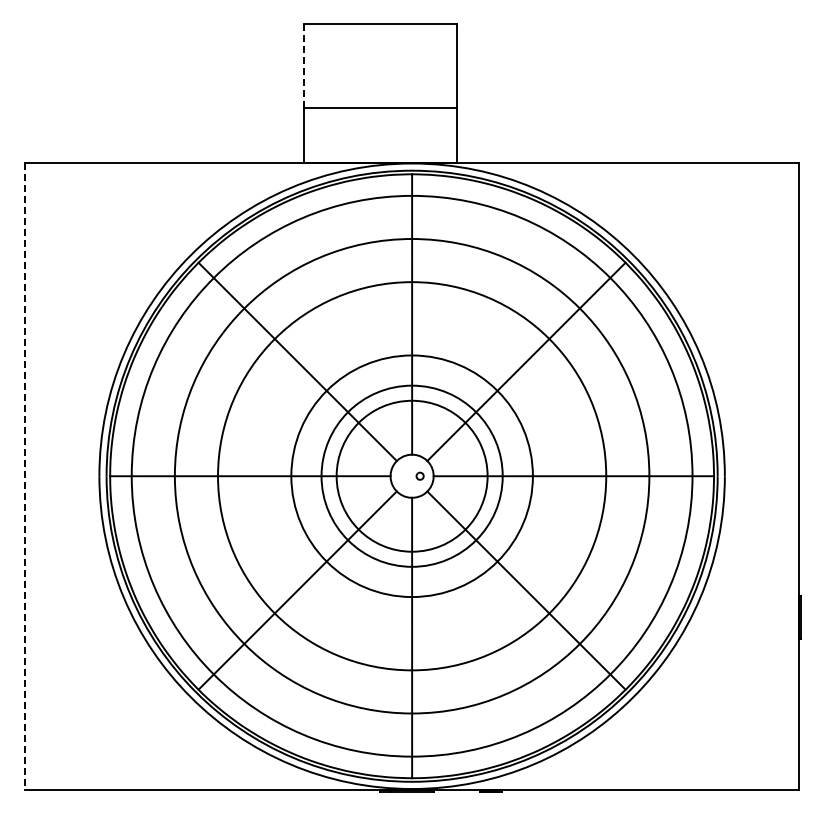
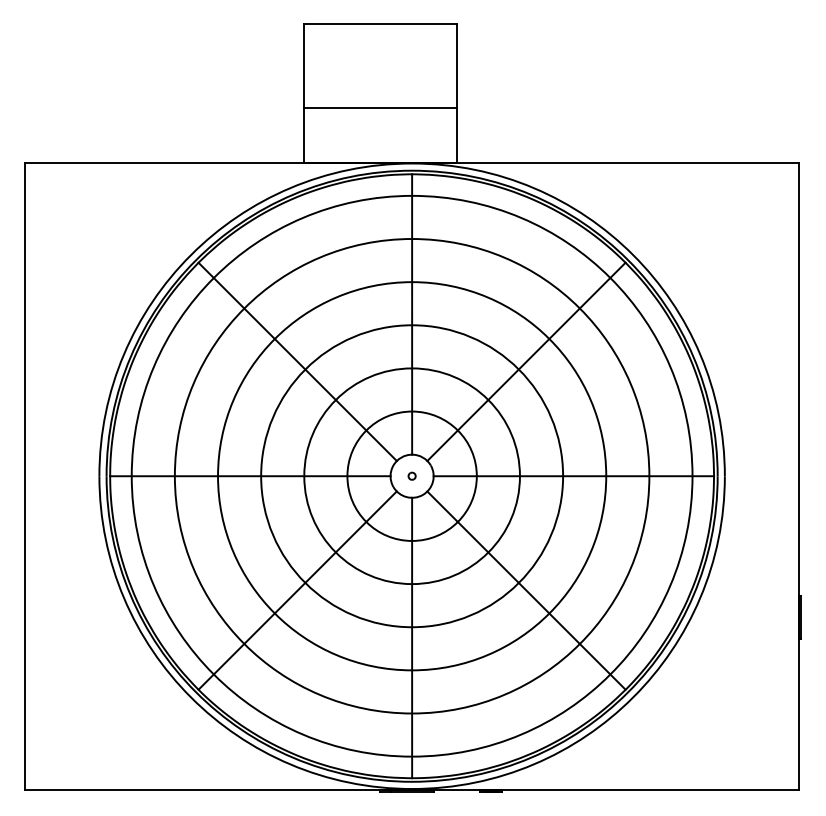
line at (304, 66): dashed -> solid
circle at (411, 475) diameter: 151 px -> 216 px
circle at (411, 475) diameter: 181 px -> 129 px
part at (419, 475) position: (419, 475) -> (411, 475)
line at (24, 476): dashed -> solid
circle at (411, 476) diameter: 242 px -> 302 px
